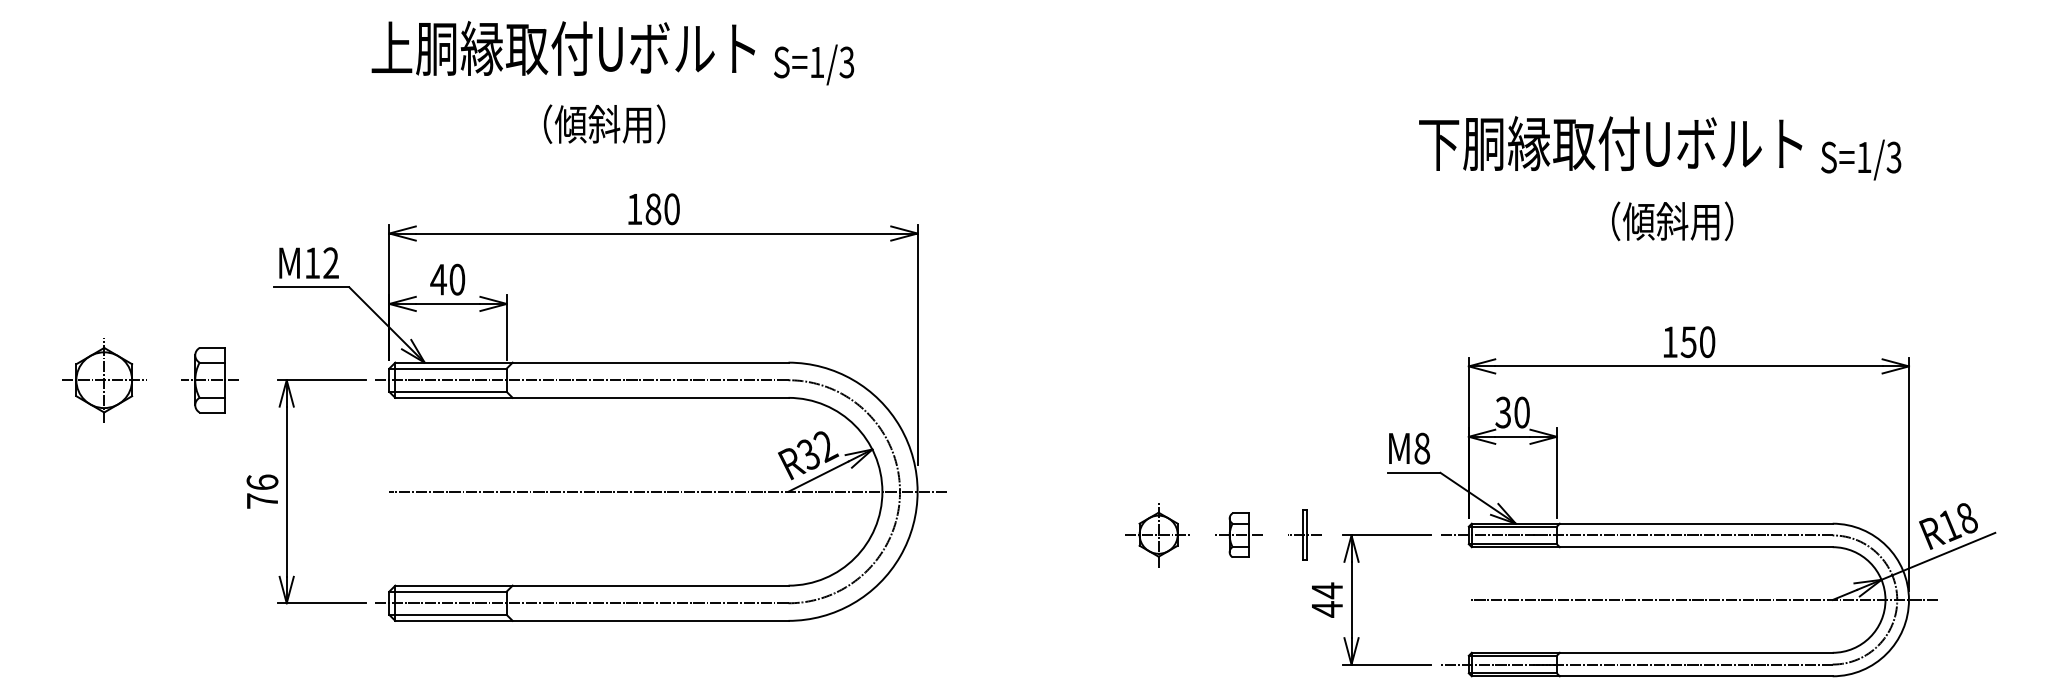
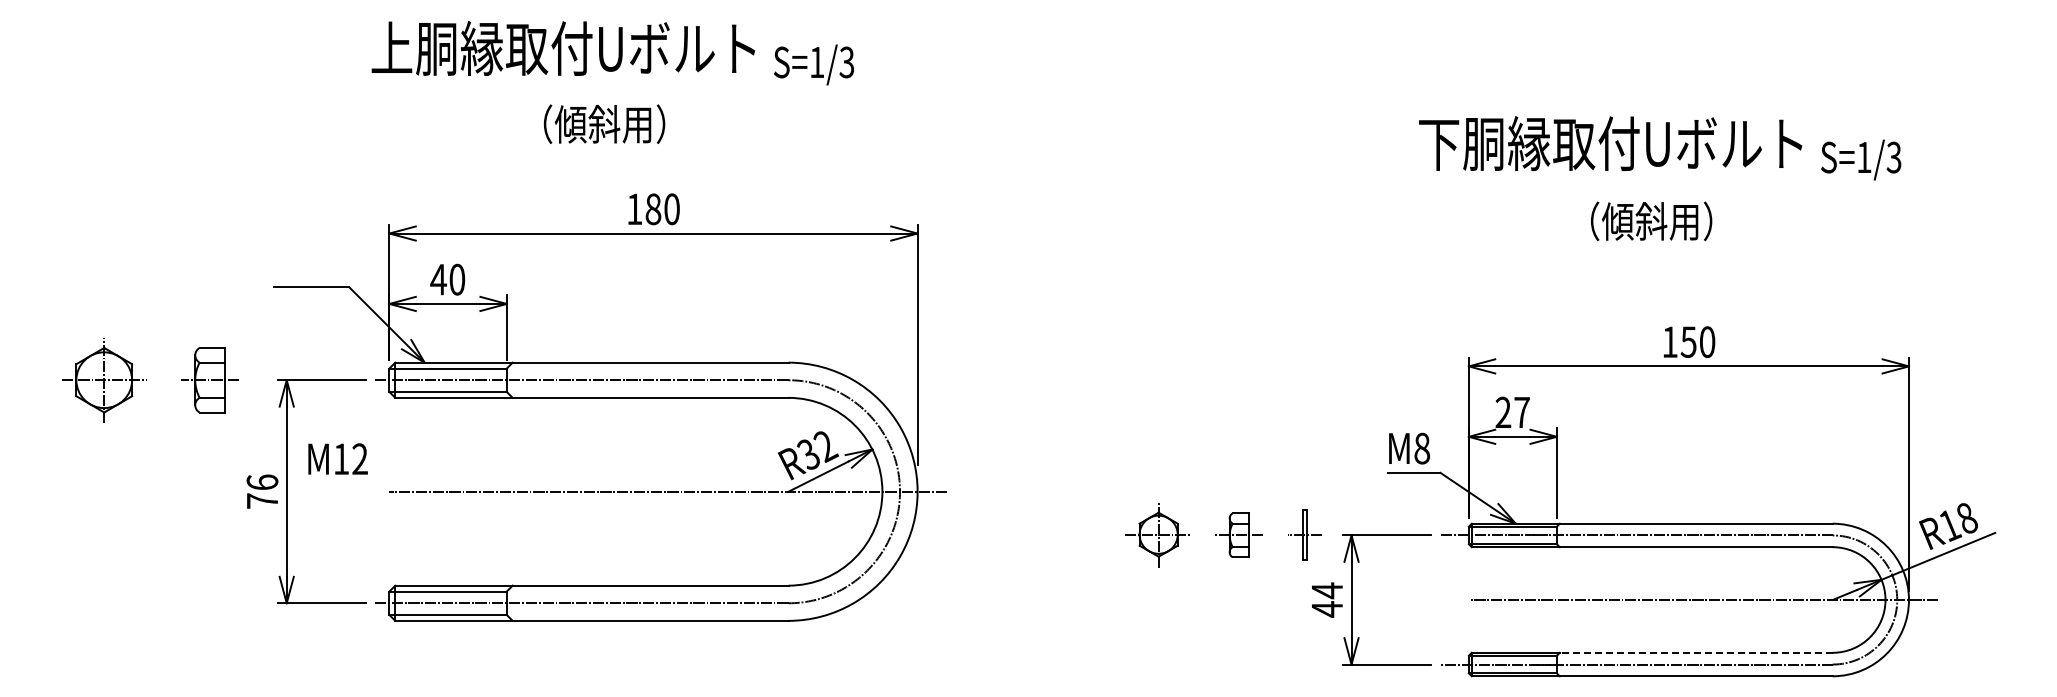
text at (1672, 221) position: (1672, 221) -> (1651, 221)
text at (308, 262) position: (308, 262) -> (337, 458)
text at (1512, 412): 30 -> 27
line at (1695, 652): solid -> dashed
